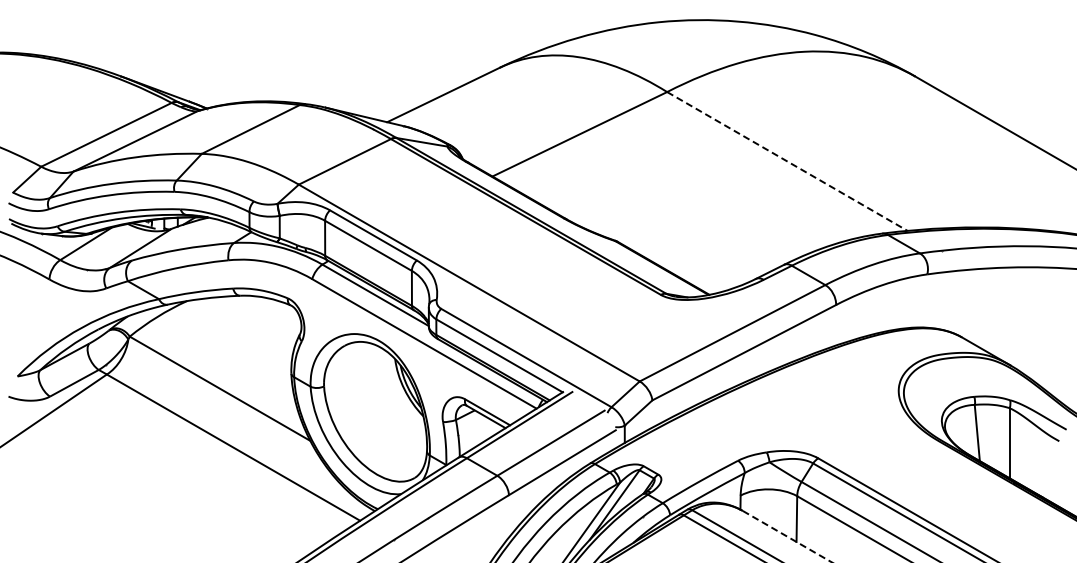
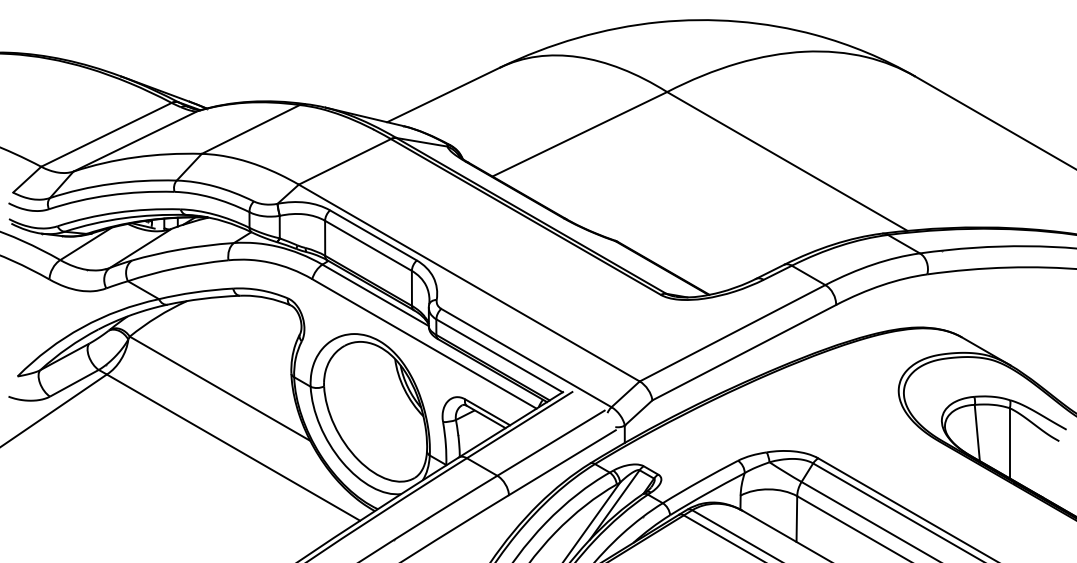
line at (787, 161): dashed -> solid
line at (787, 536): dashed -> solid
